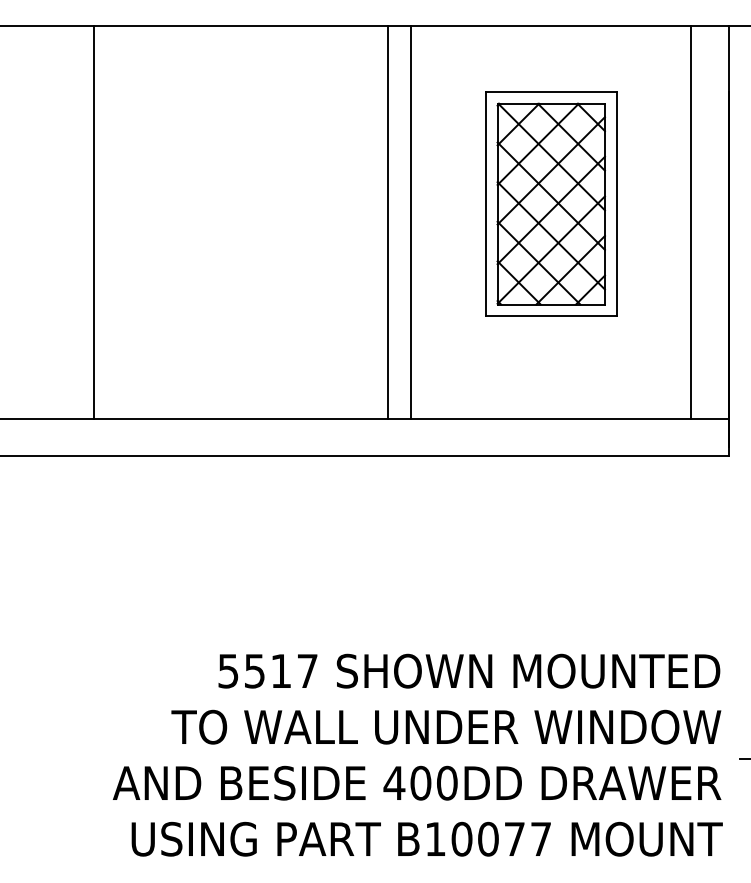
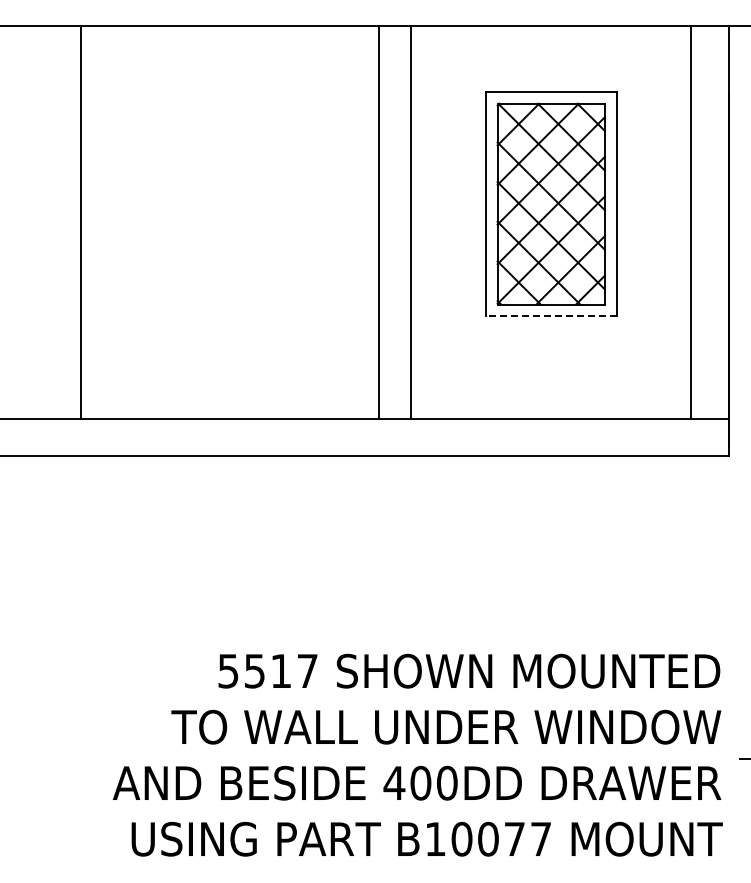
line at (93, 222) position: (93, 222) -> (80, 222)
line at (387, 222) position: (387, 222) -> (378, 222)
line at (550, 316): solid -> dashed
